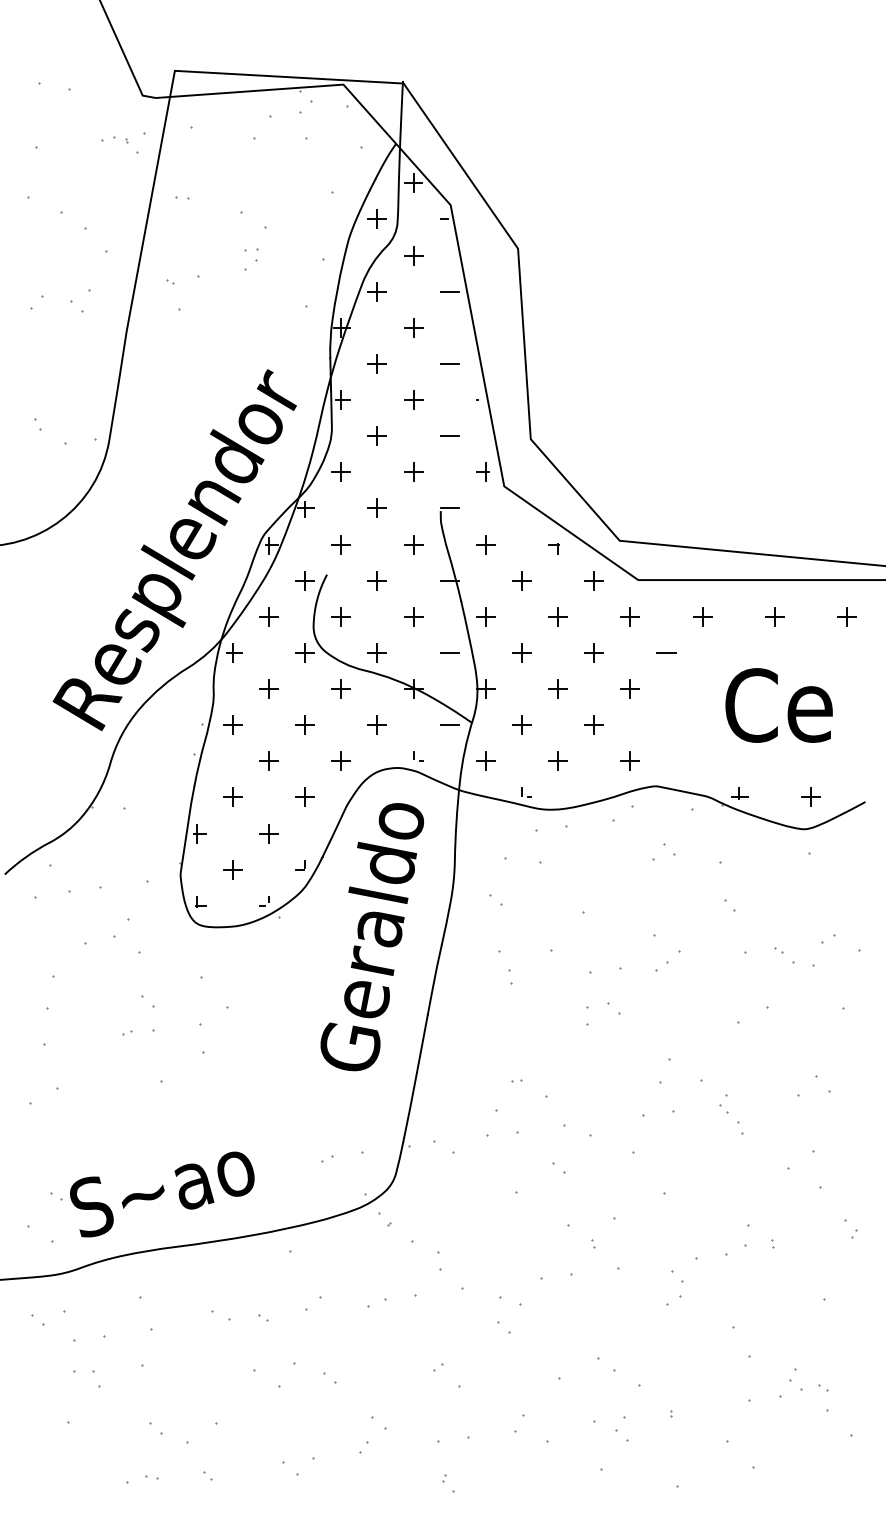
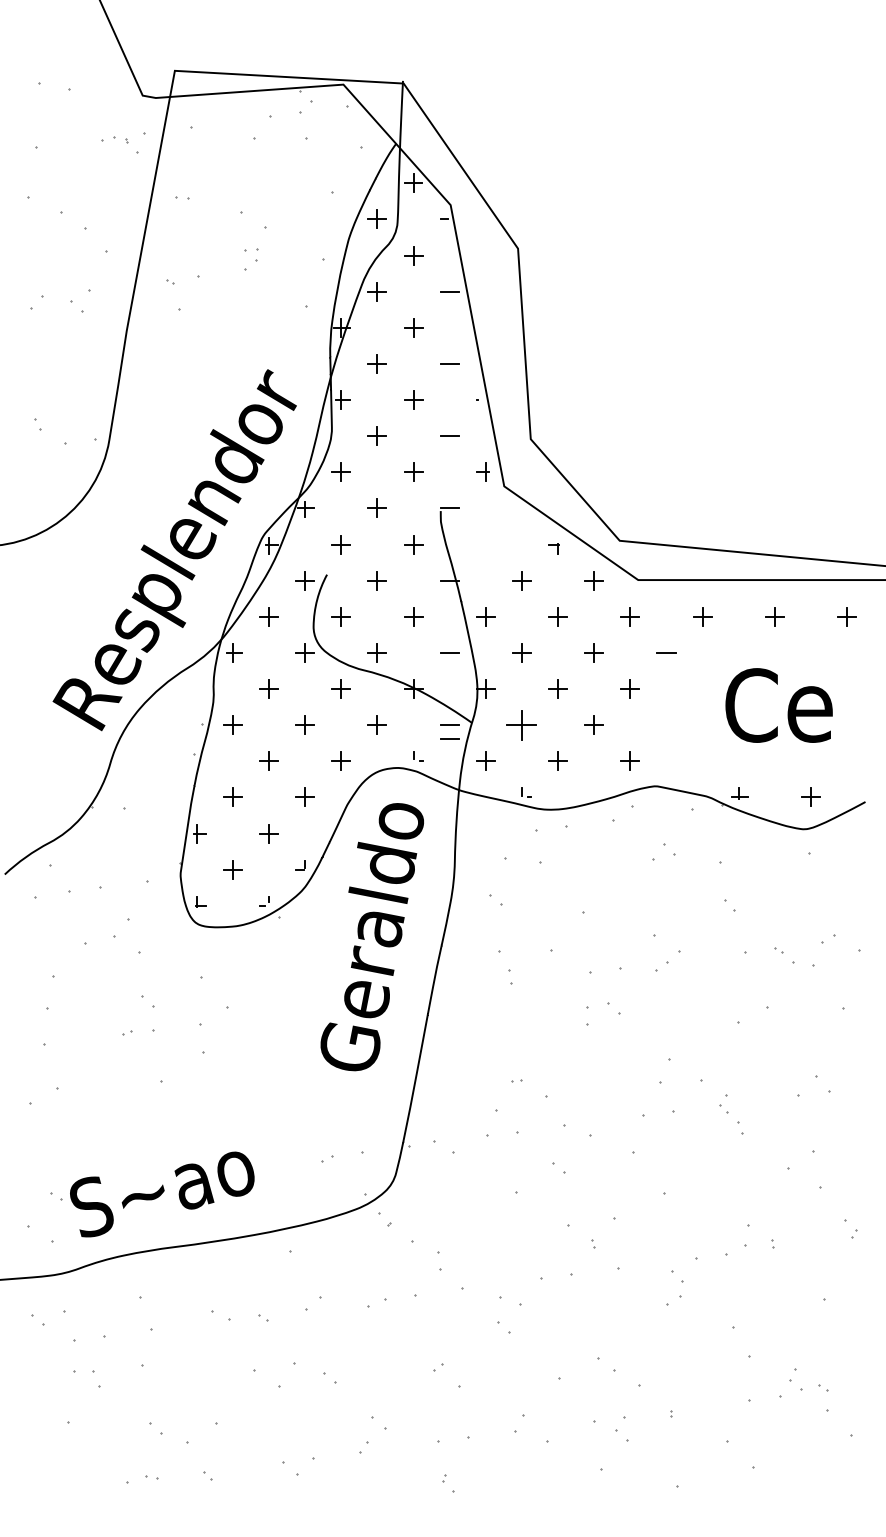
part at (485, 544): present -> none
part at (521, 724) size: 20x20 px -> 31x31 px
line at (449, 738): none -> present
